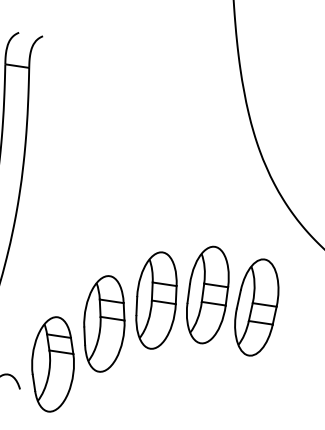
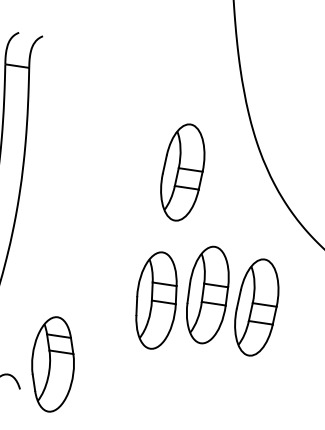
part at (182, 172): none -> present
part at (104, 323): present -> none
